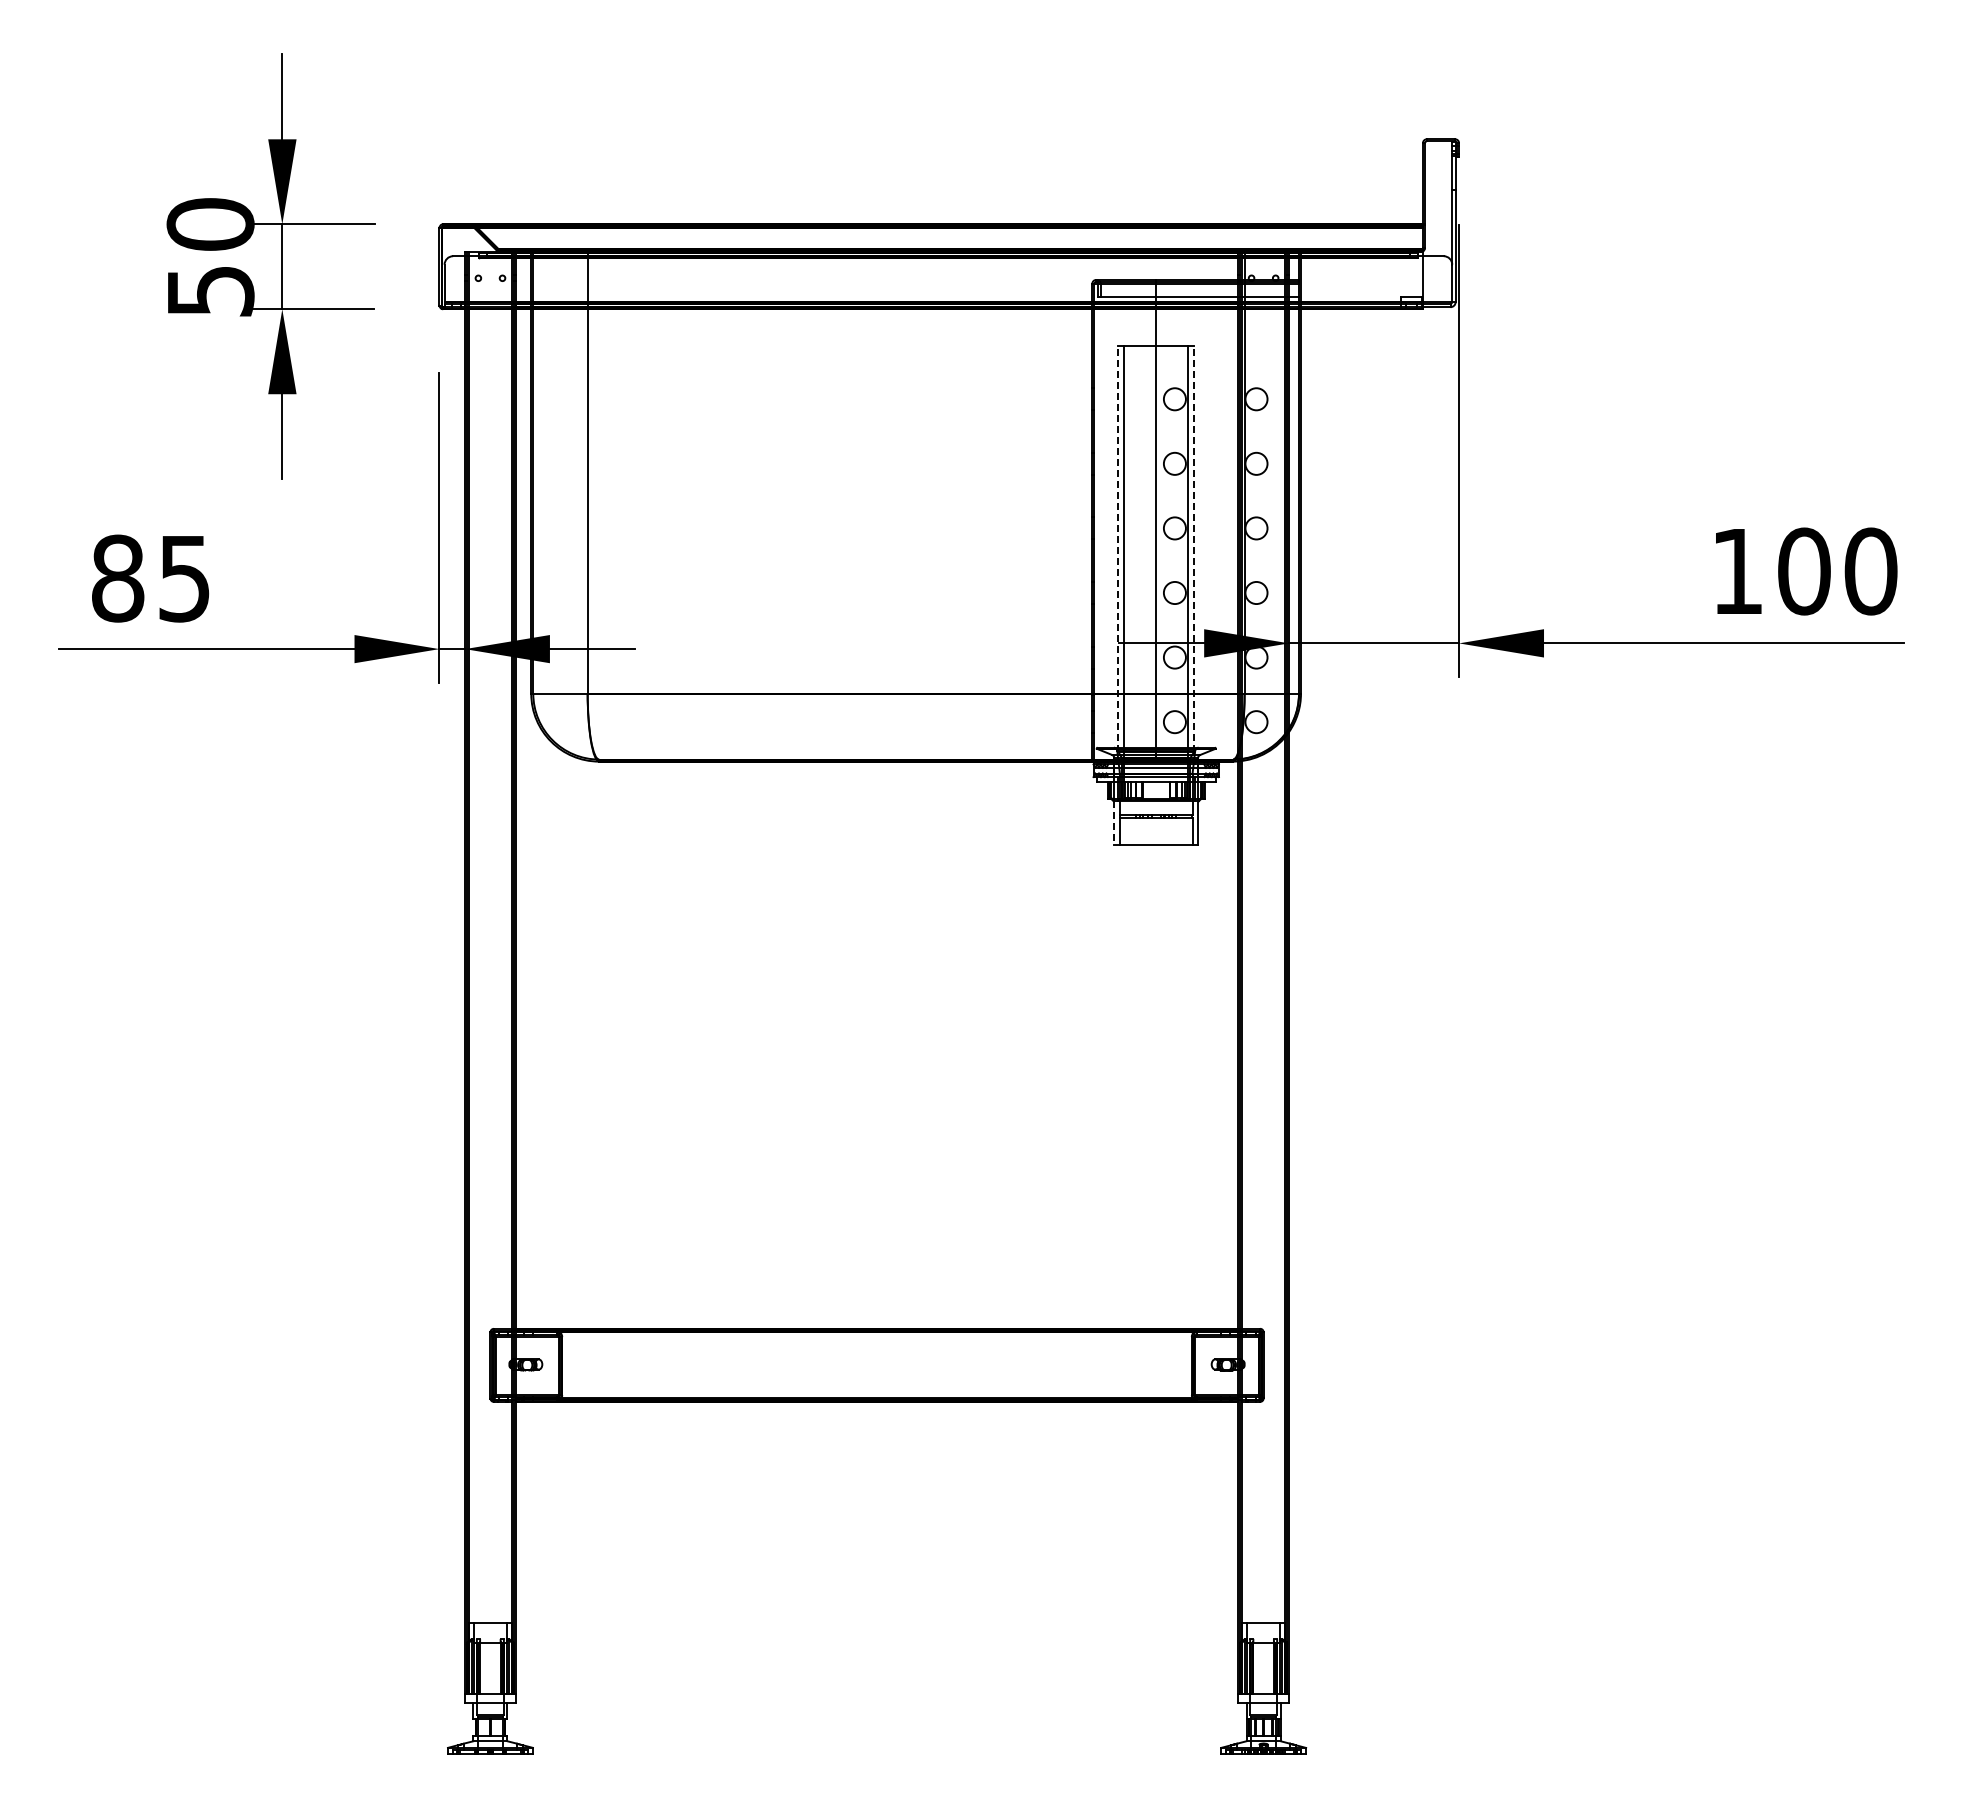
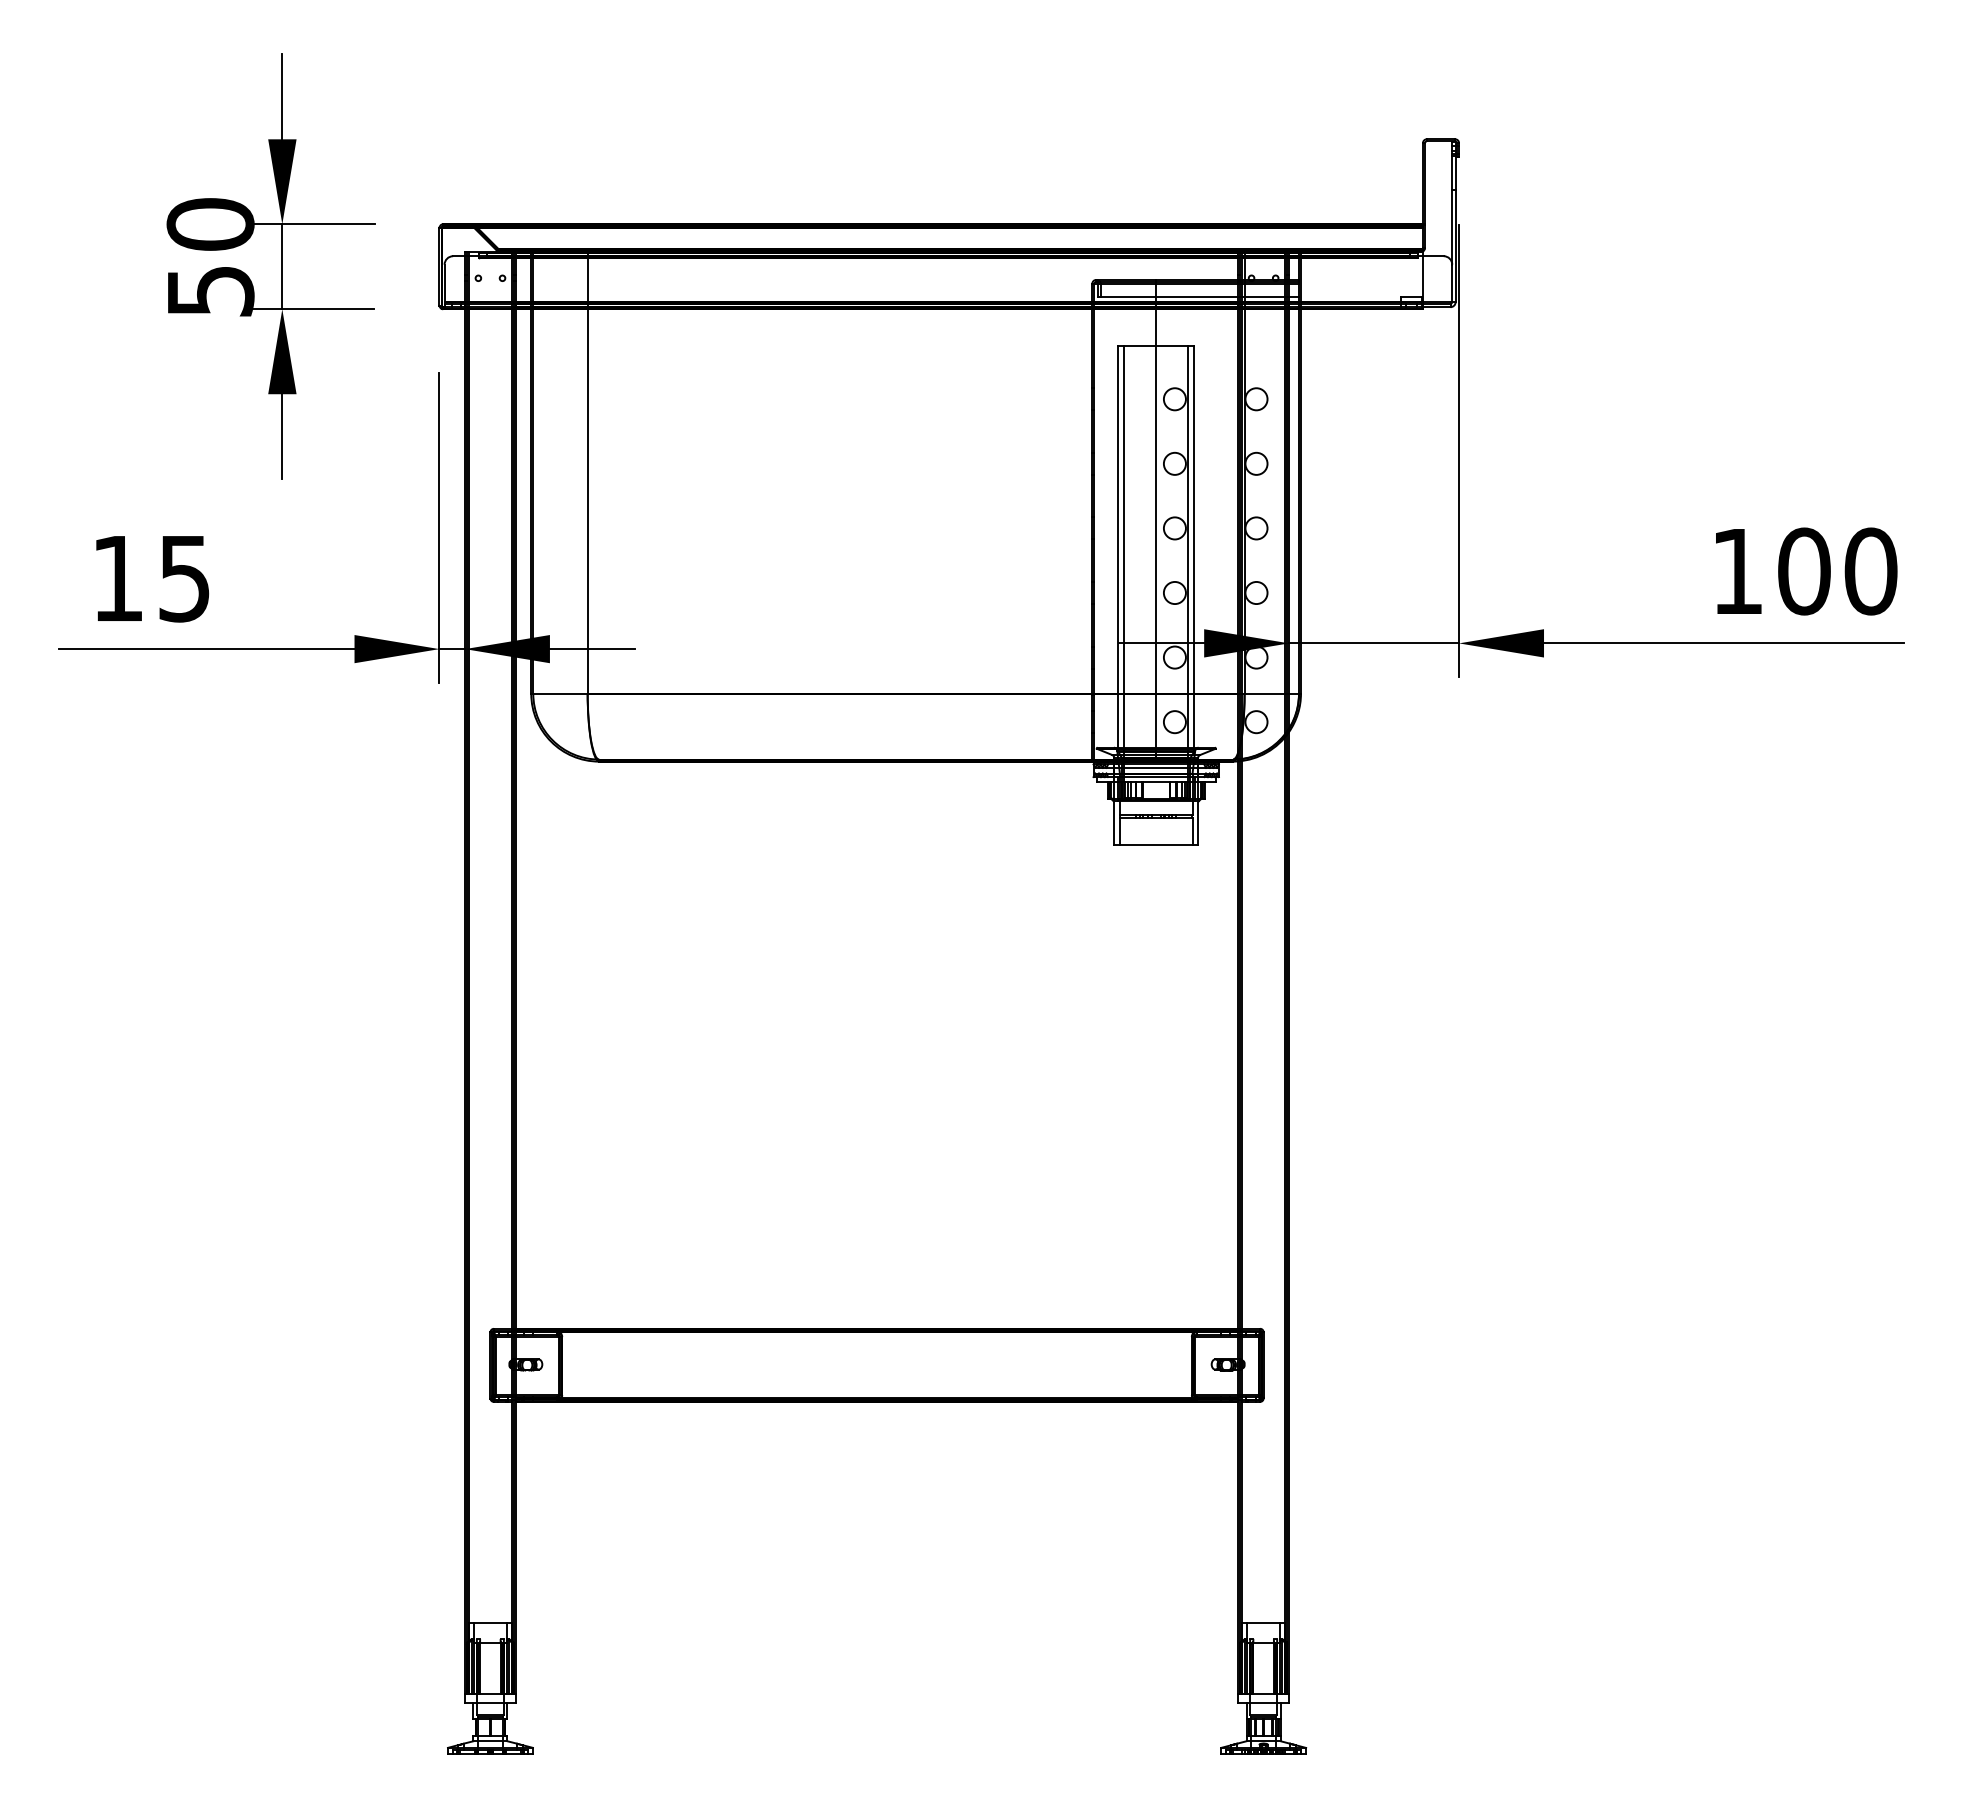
line at (1118, 548): dashed -> solid
line at (1193, 548): dashed -> solid
text at (118, 578): 85 -> 15
line at (1114, 823): dashed -> solid
